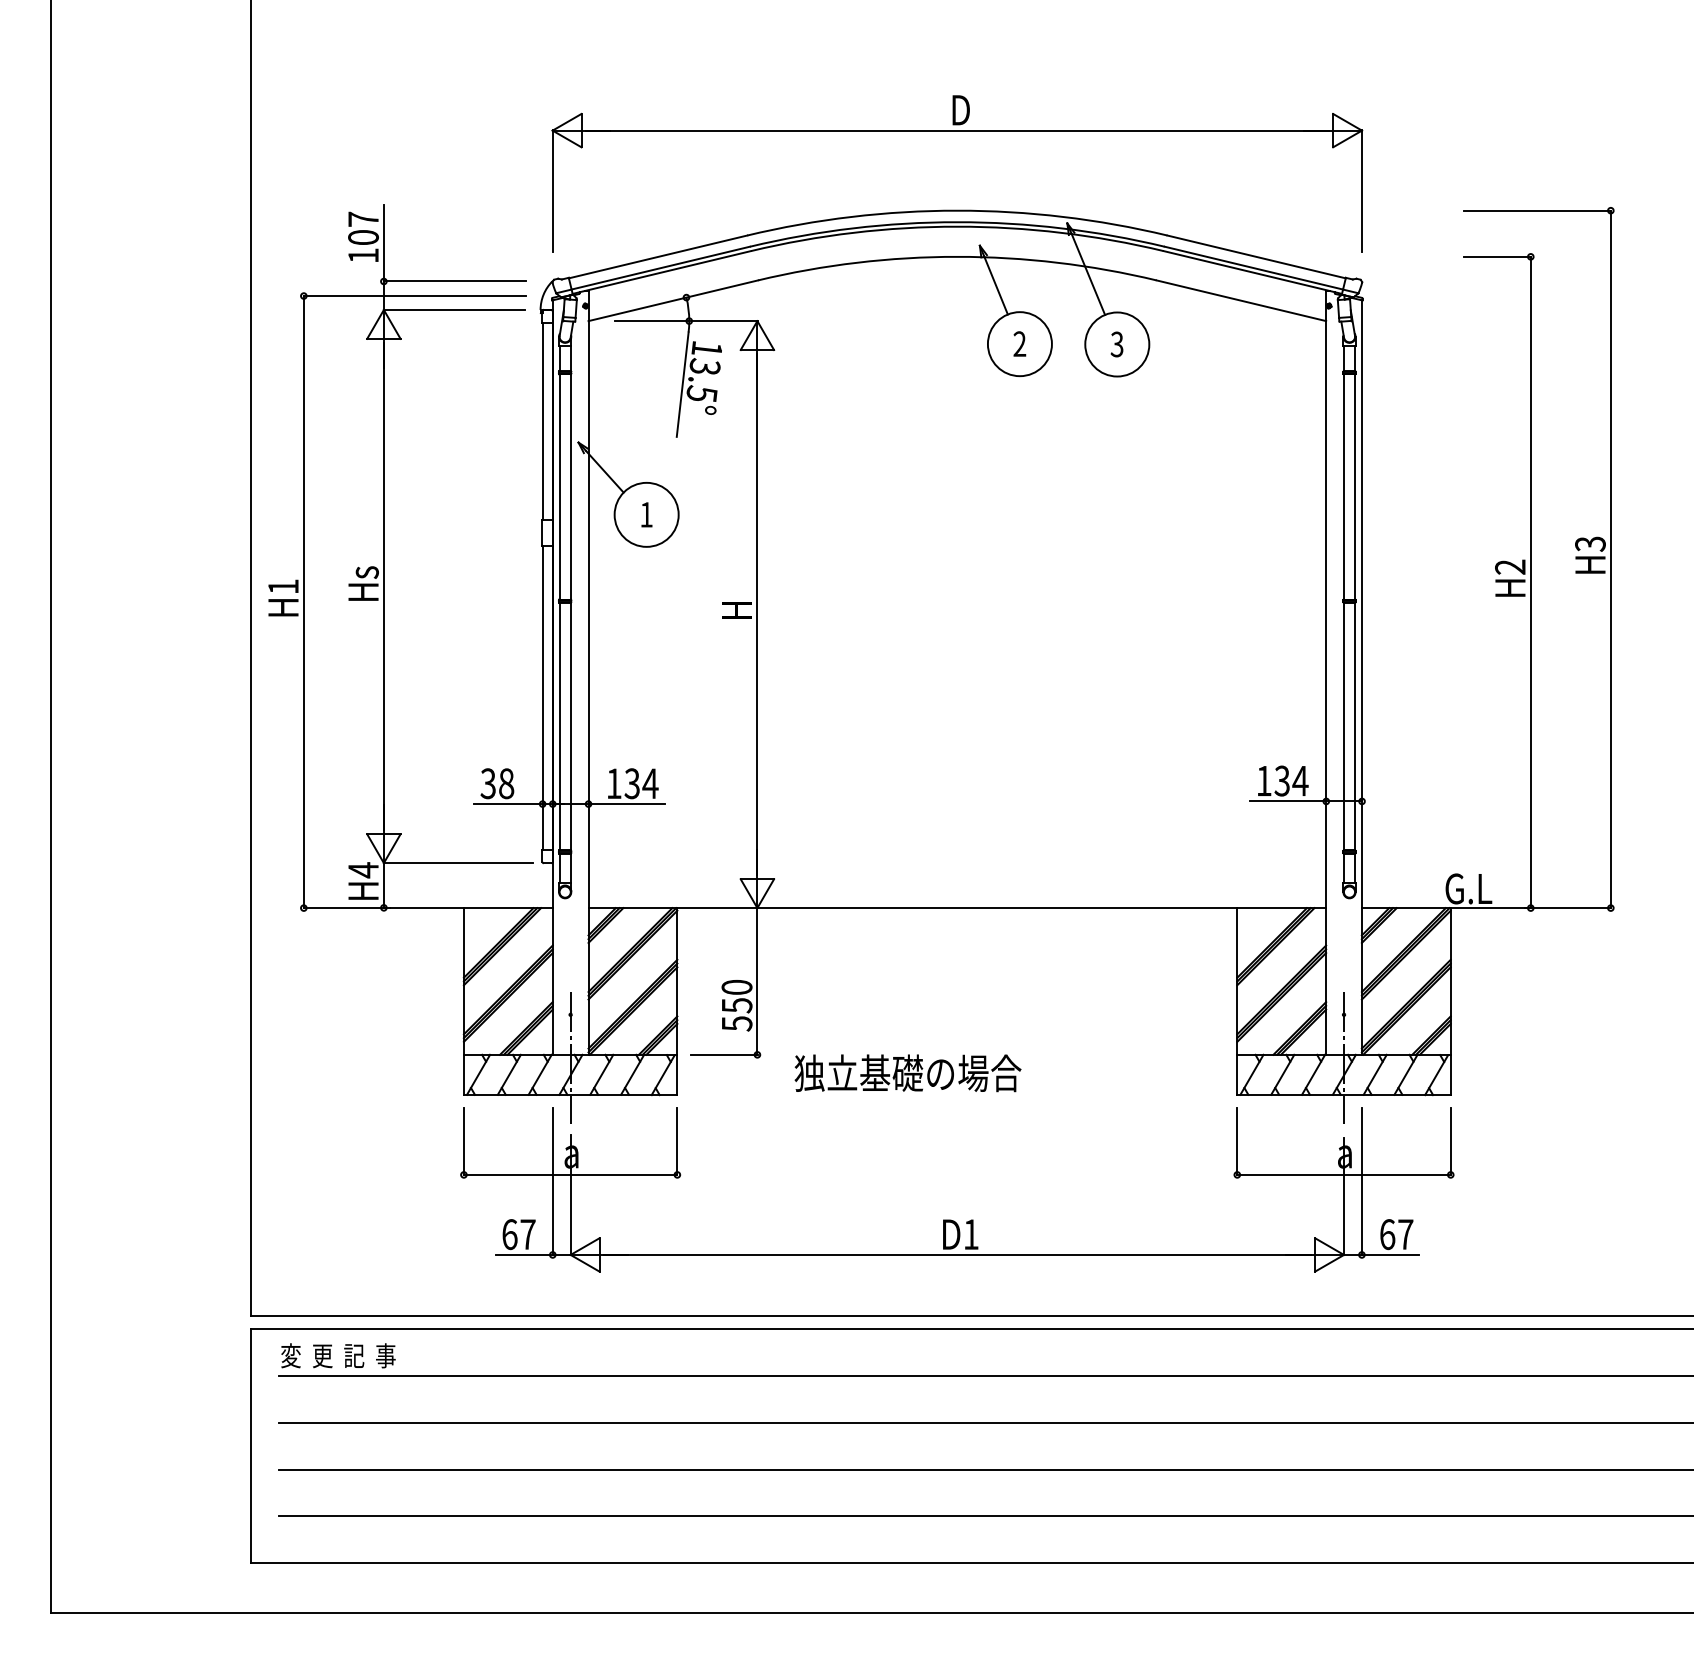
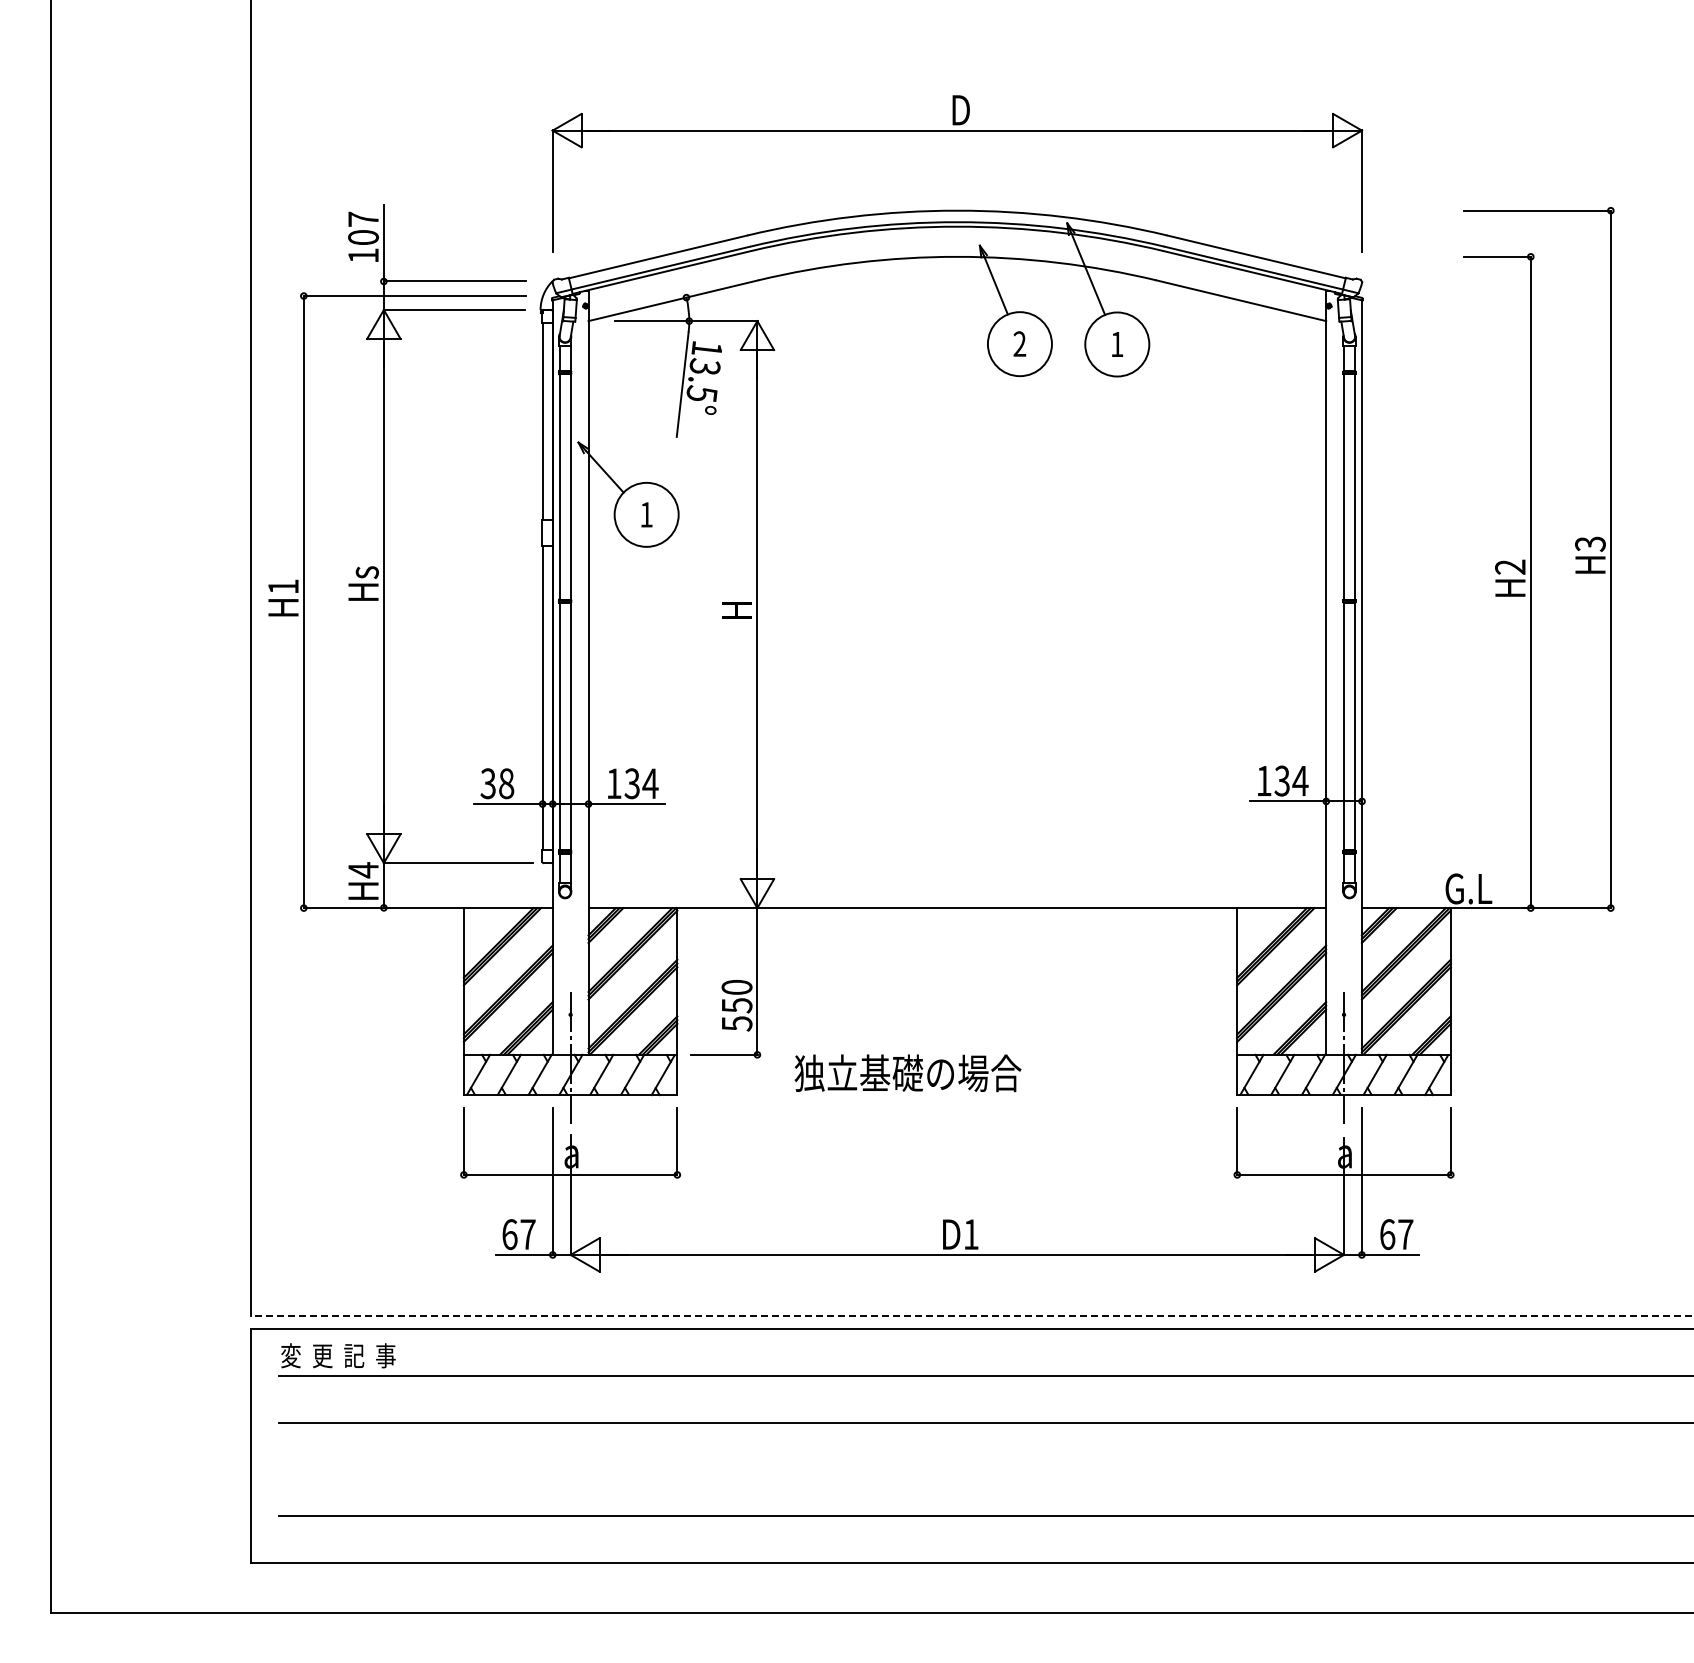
text at (1116, 344): 3 -> 1
line at (971, 1316): solid -> dashed
line at (984, 1469): present -> none
